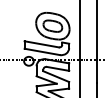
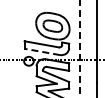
line at (79, 49): solid -> dashed
line at (42, 51): solid -> dashed
